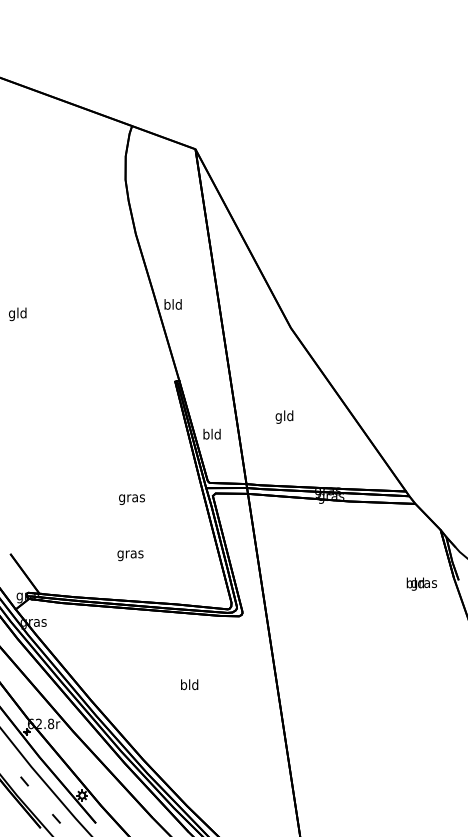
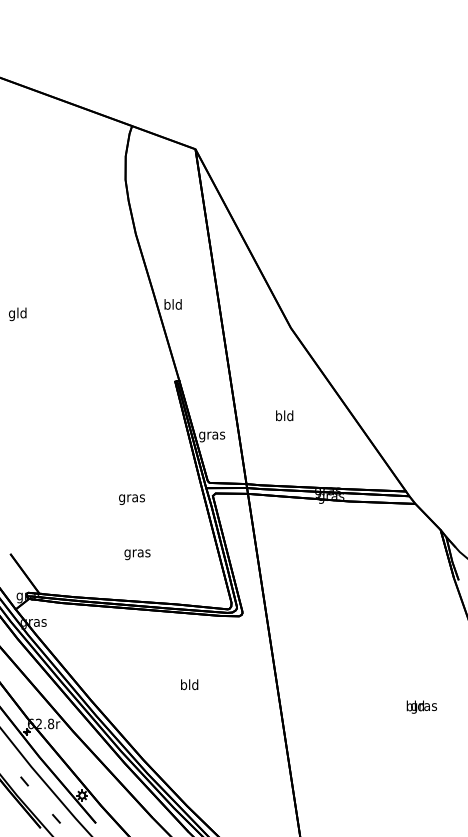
text at (278, 416): gld -> bld
text at (212, 435): bld -> gras
text at (130, 555) position: (130, 555) -> (137, 554)
text at (421, 583) position: (421, 583) -> (421, 706)
